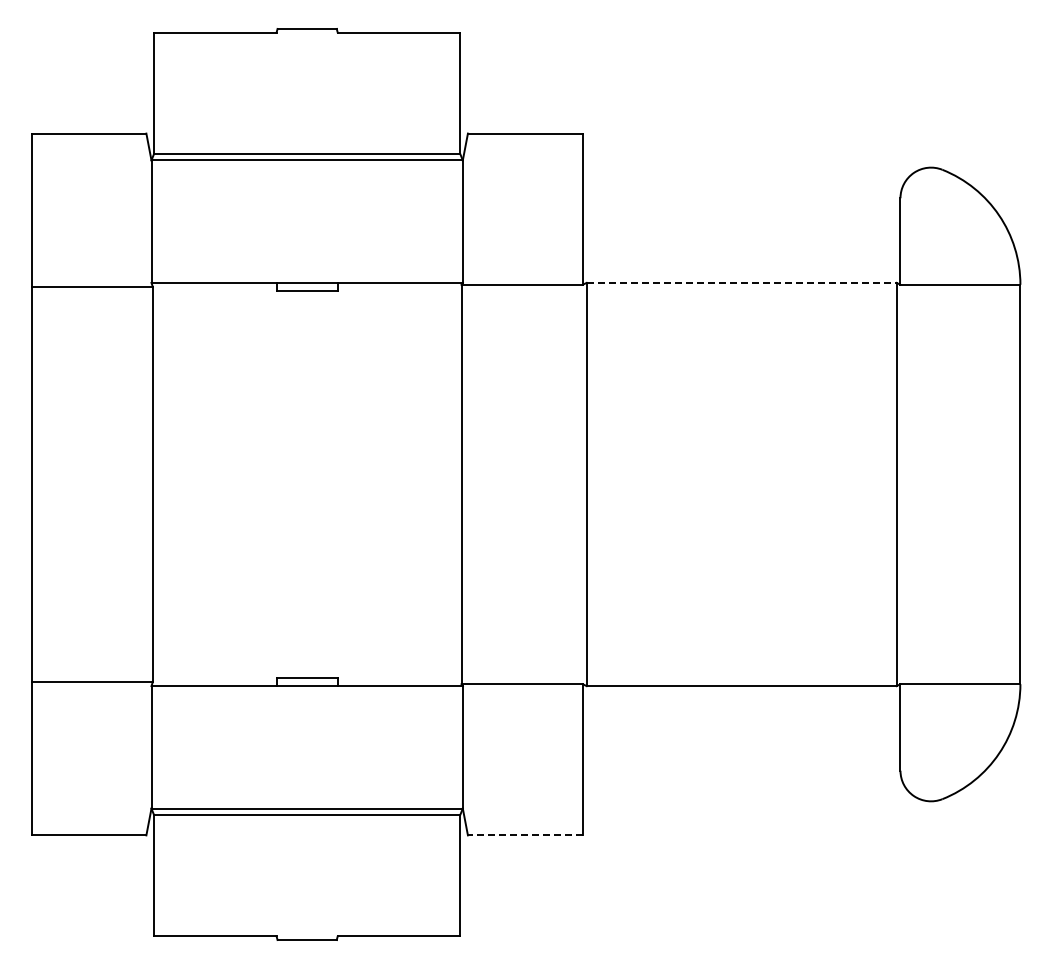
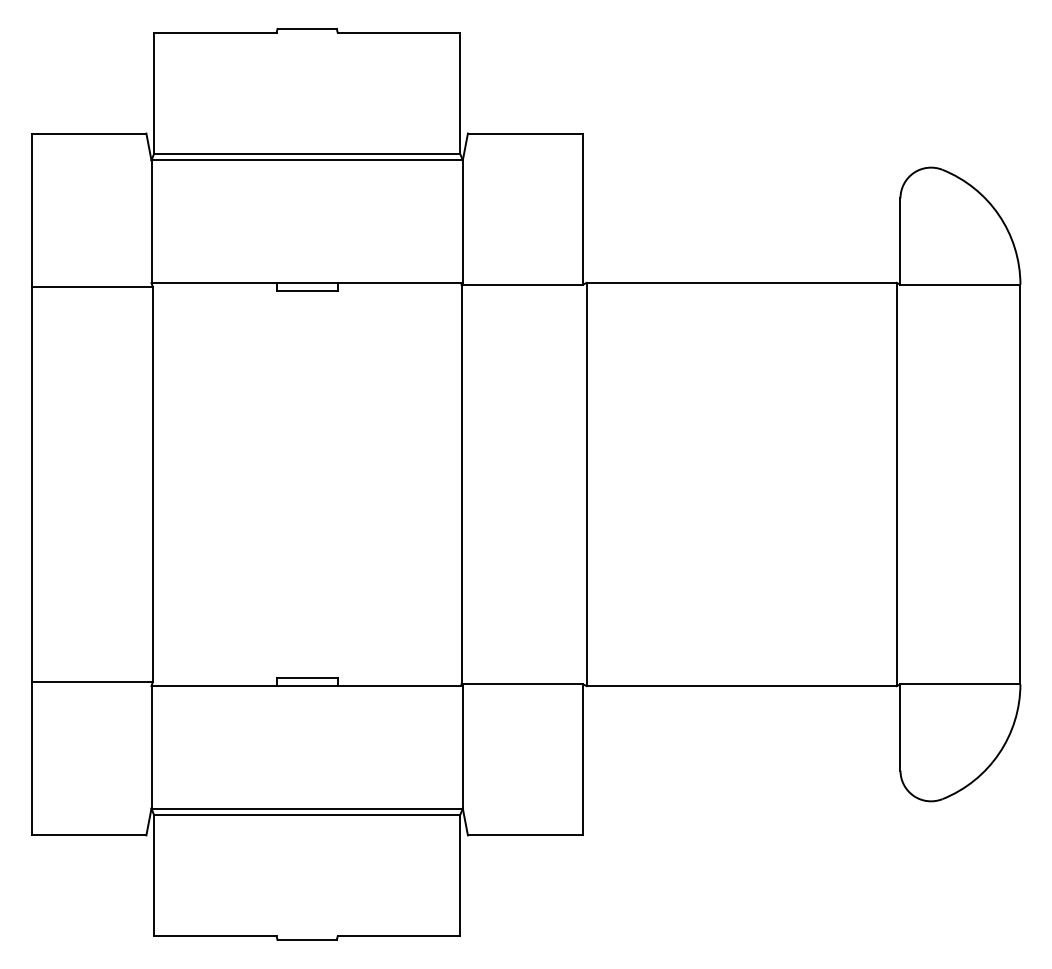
line at (742, 282): dashed -> solid
line at (524, 835): dashed -> solid
